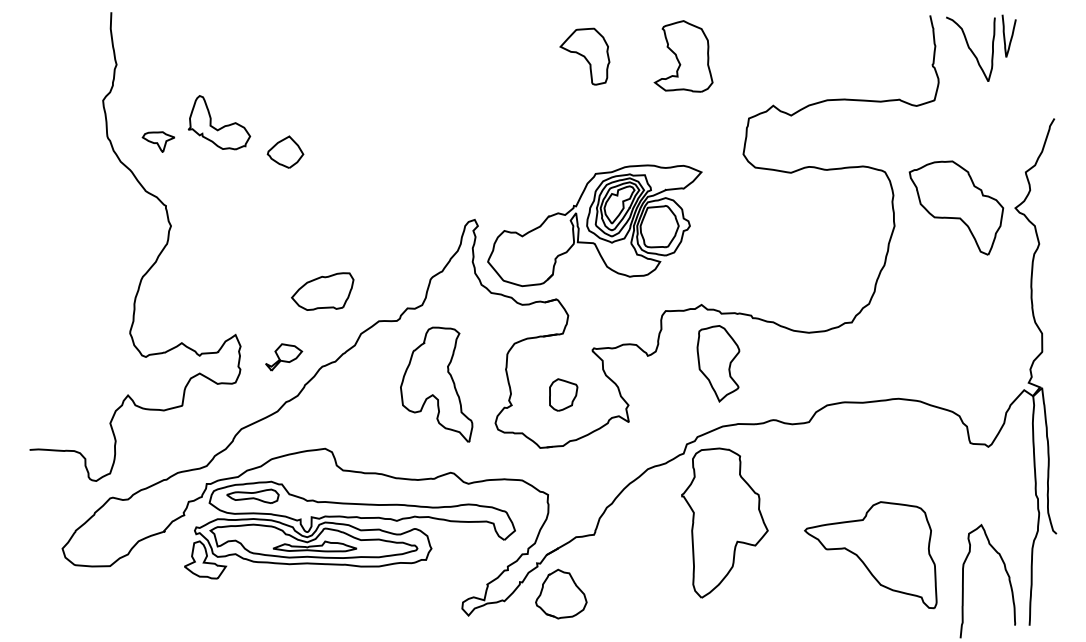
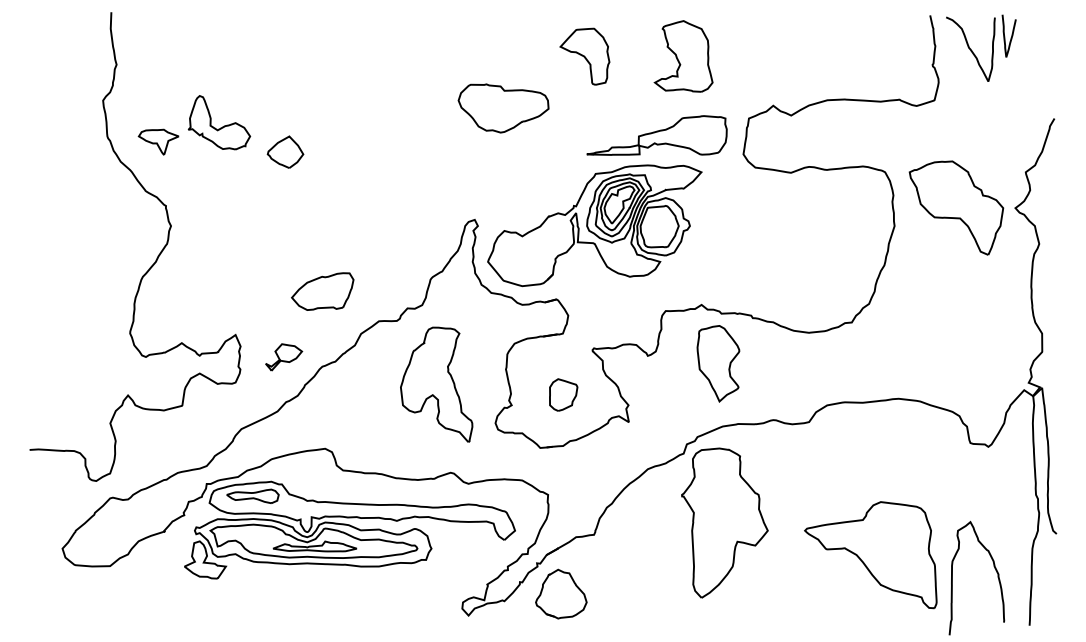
part at (503, 108): none -> present
part at (656, 135): none -> present
part at (158, 141) size: 35x22 px -> 43x28 px
curve at (1005, 571) position: (1005, 571) -> (994, 568)
